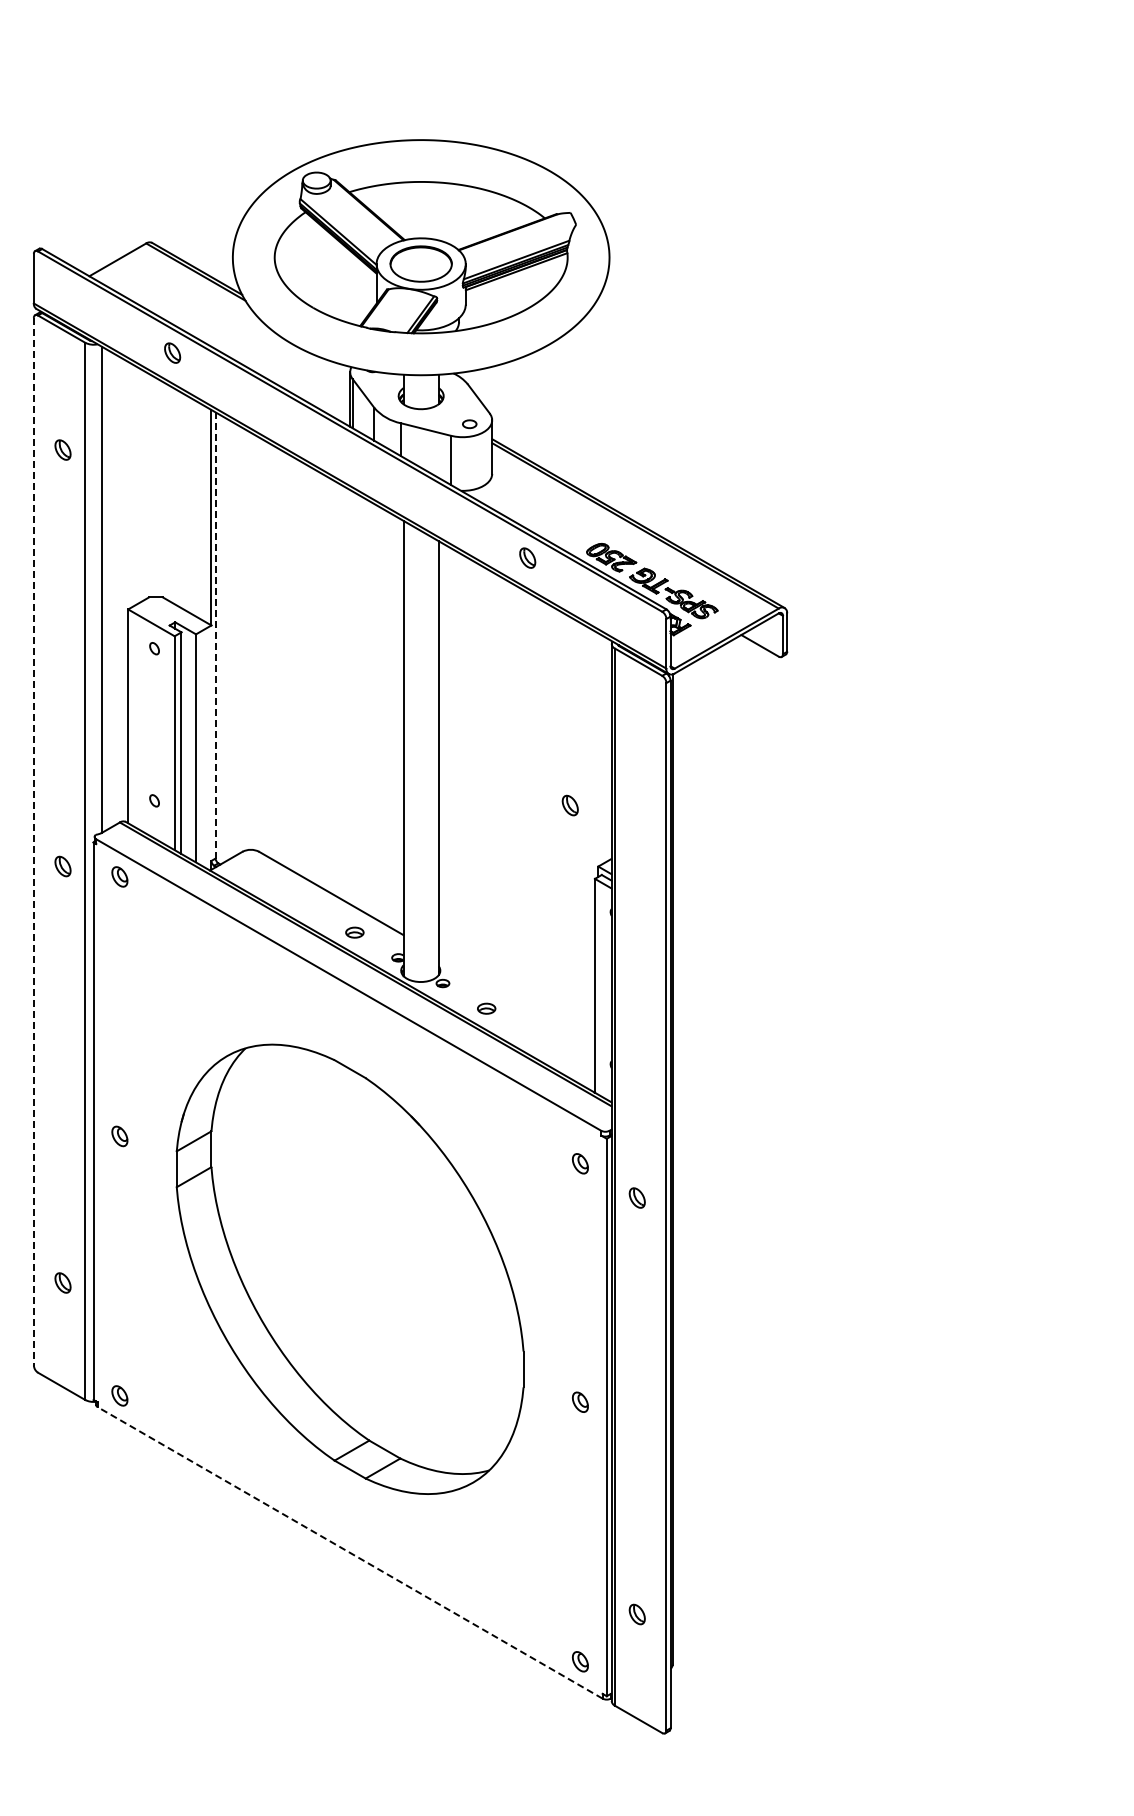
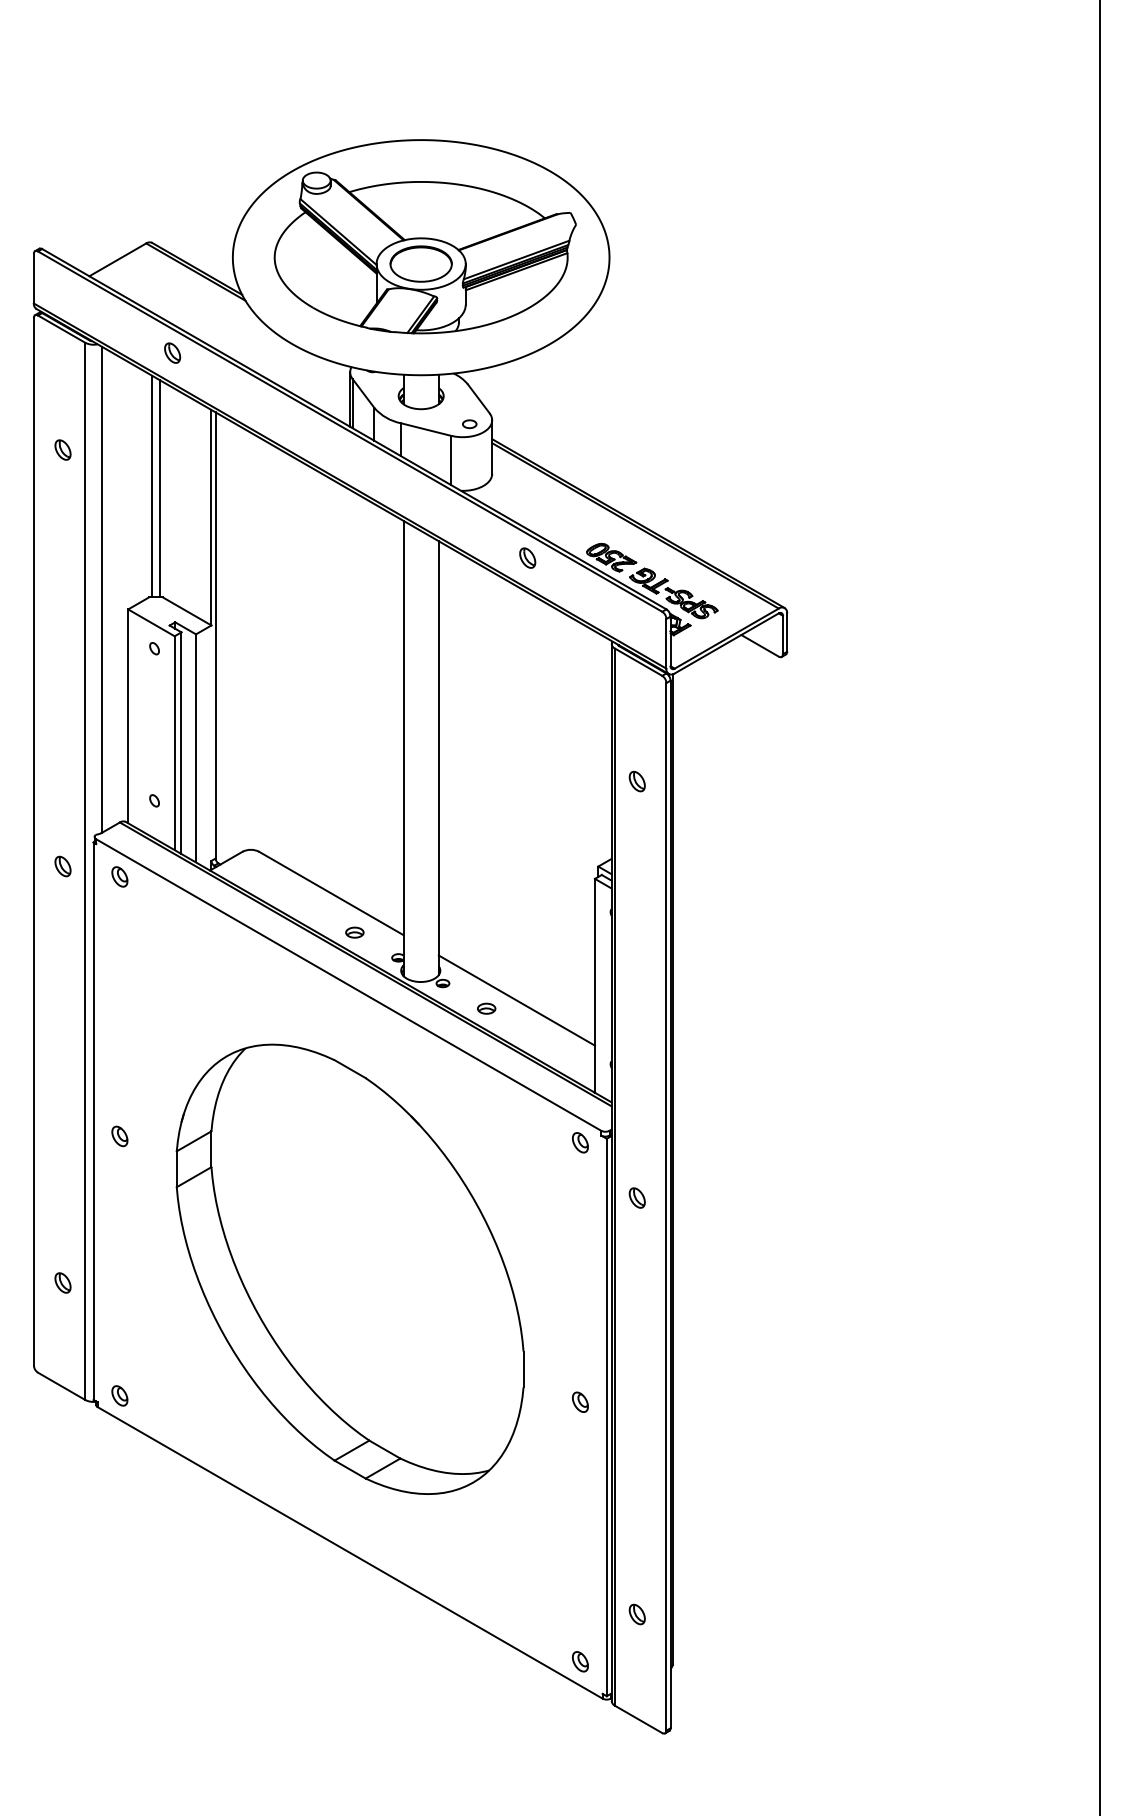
line at (151, 486): none -> present
line at (160, 488): none -> present
line at (215, 635): dashed -> solid
part at (569, 805) position: (569, 805) -> (636, 781)
line at (33, 841): dashed -> solid
line at (1100, 907): none -> present
line at (516, 1000): none -> present
part at (579, 1163) position: (579, 1163) -> (579, 1142)
line at (350, 1552): dashed -> solid
